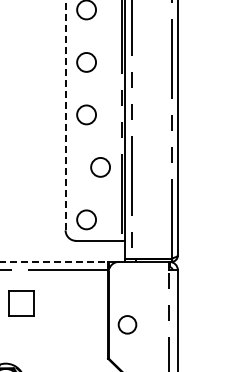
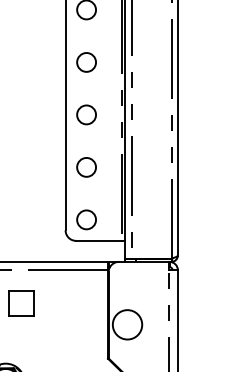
line at (65, 115): dashed -> solid
circle at (100, 167) position: (100, 167) -> (86, 167)
line at (54, 261): dashed -> solid
circle at (127, 324) diameter: 18 px -> 29 px
